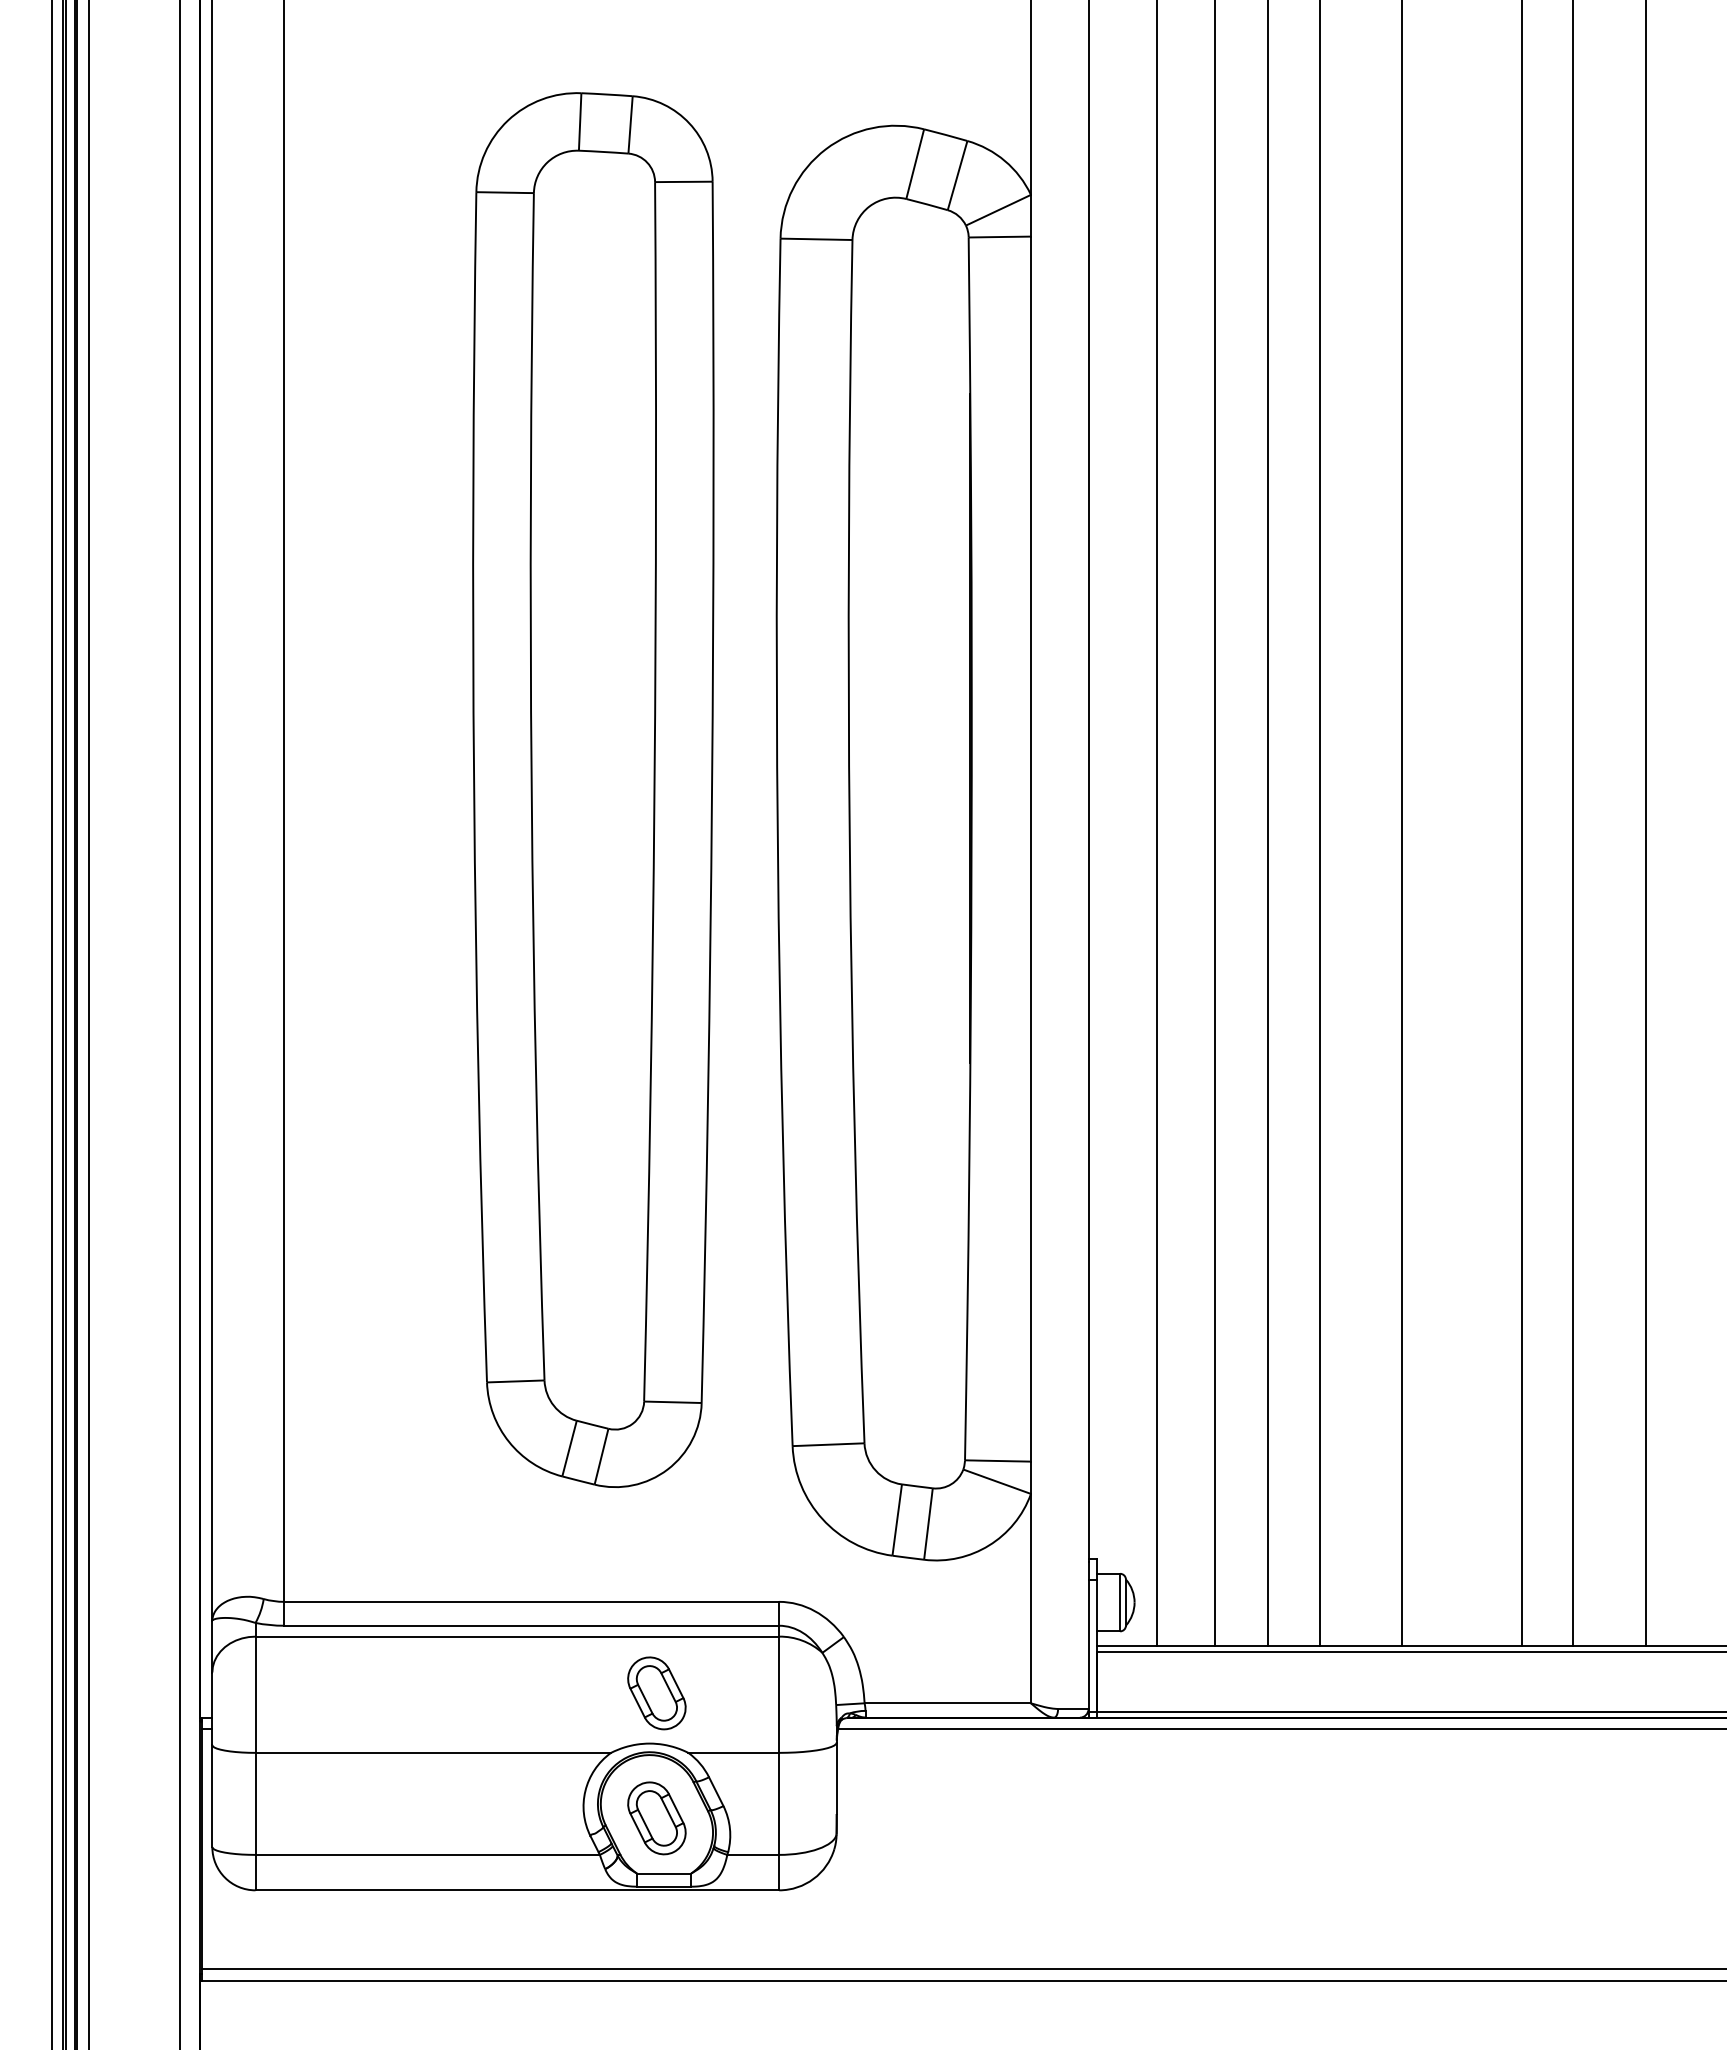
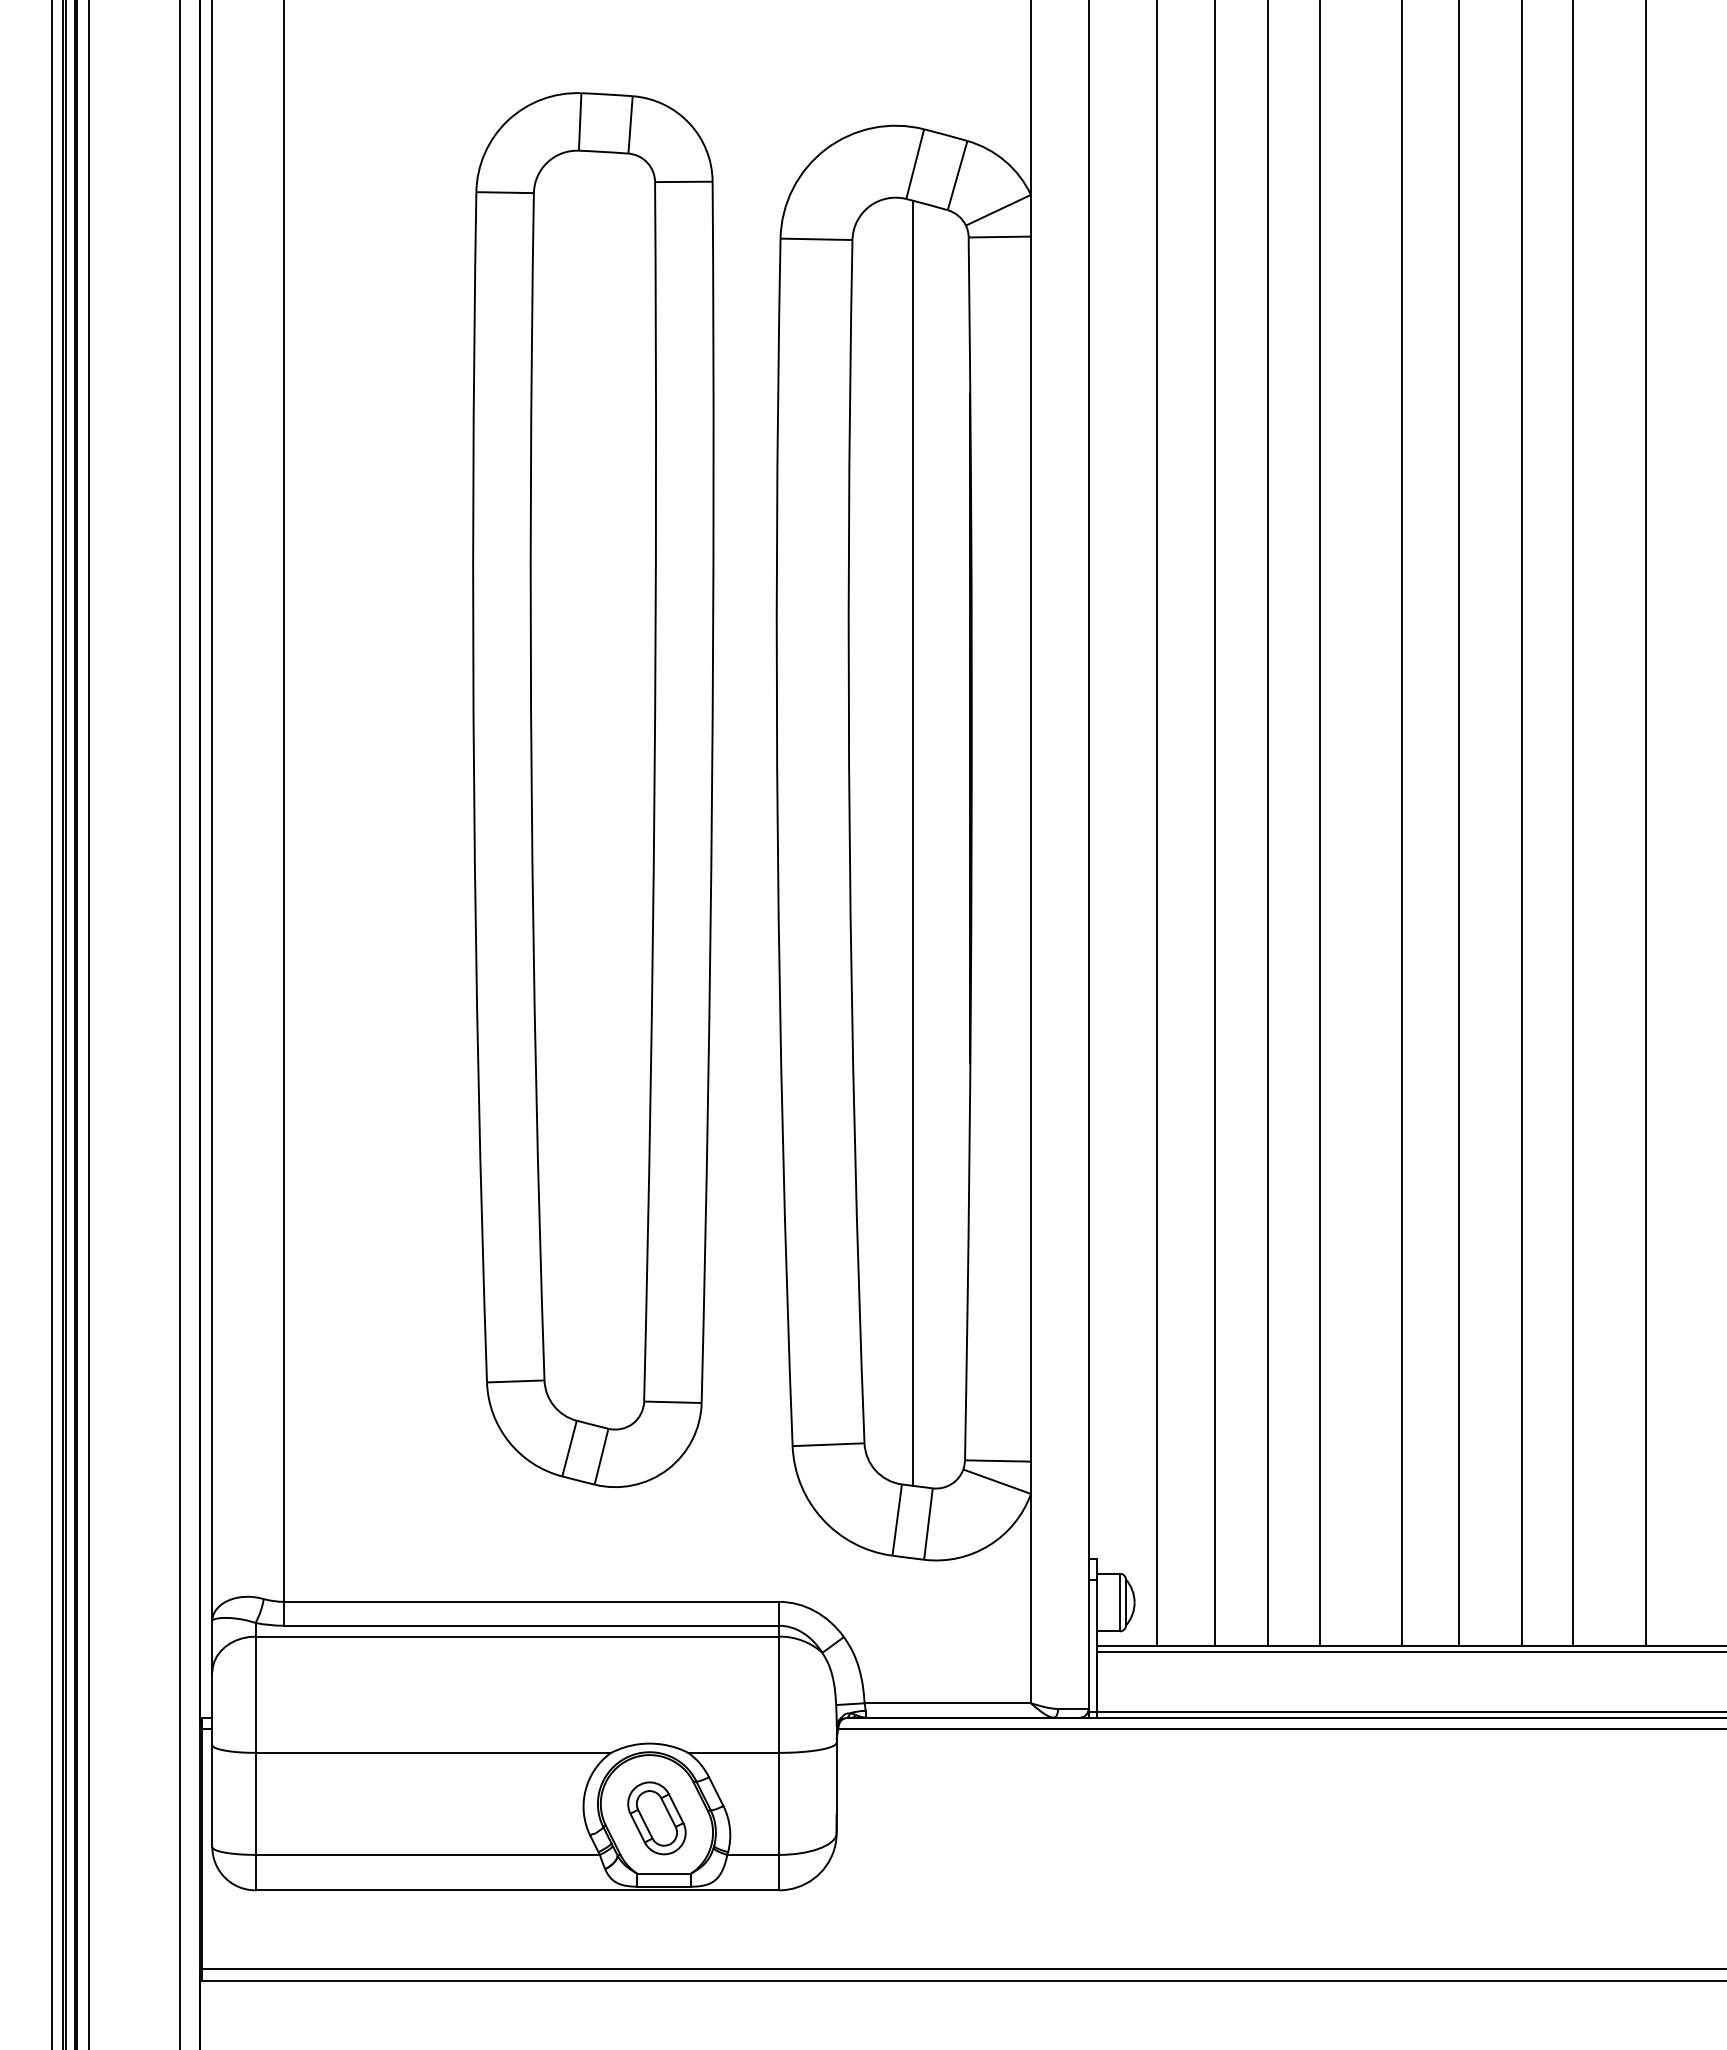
line at (1459, 823): none -> present
line at (912, 842): none -> present
part at (656, 1693): present -> none
